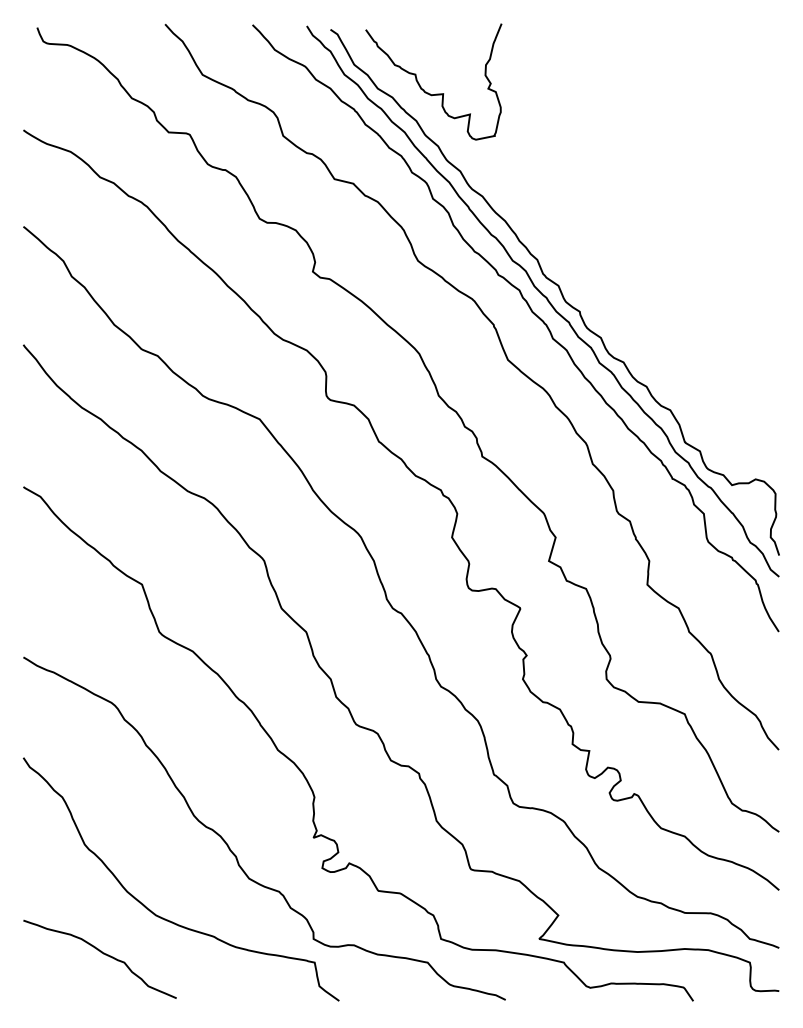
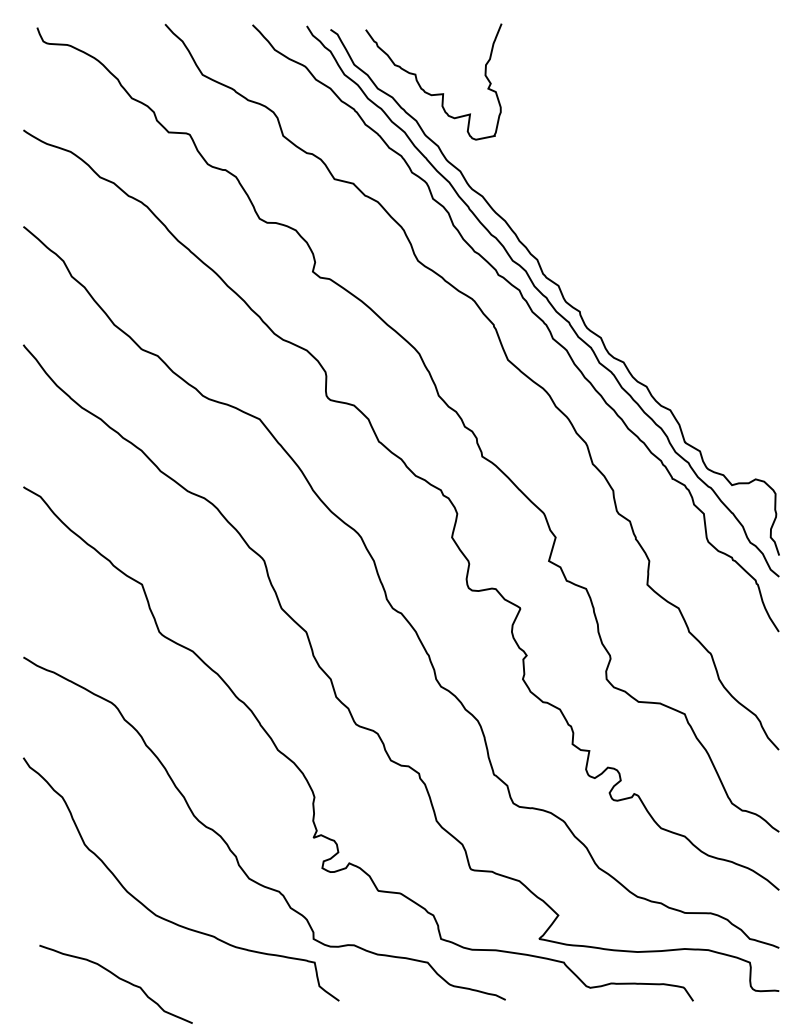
curve at (101, 953) position: (101, 953) -> (117, 978)
